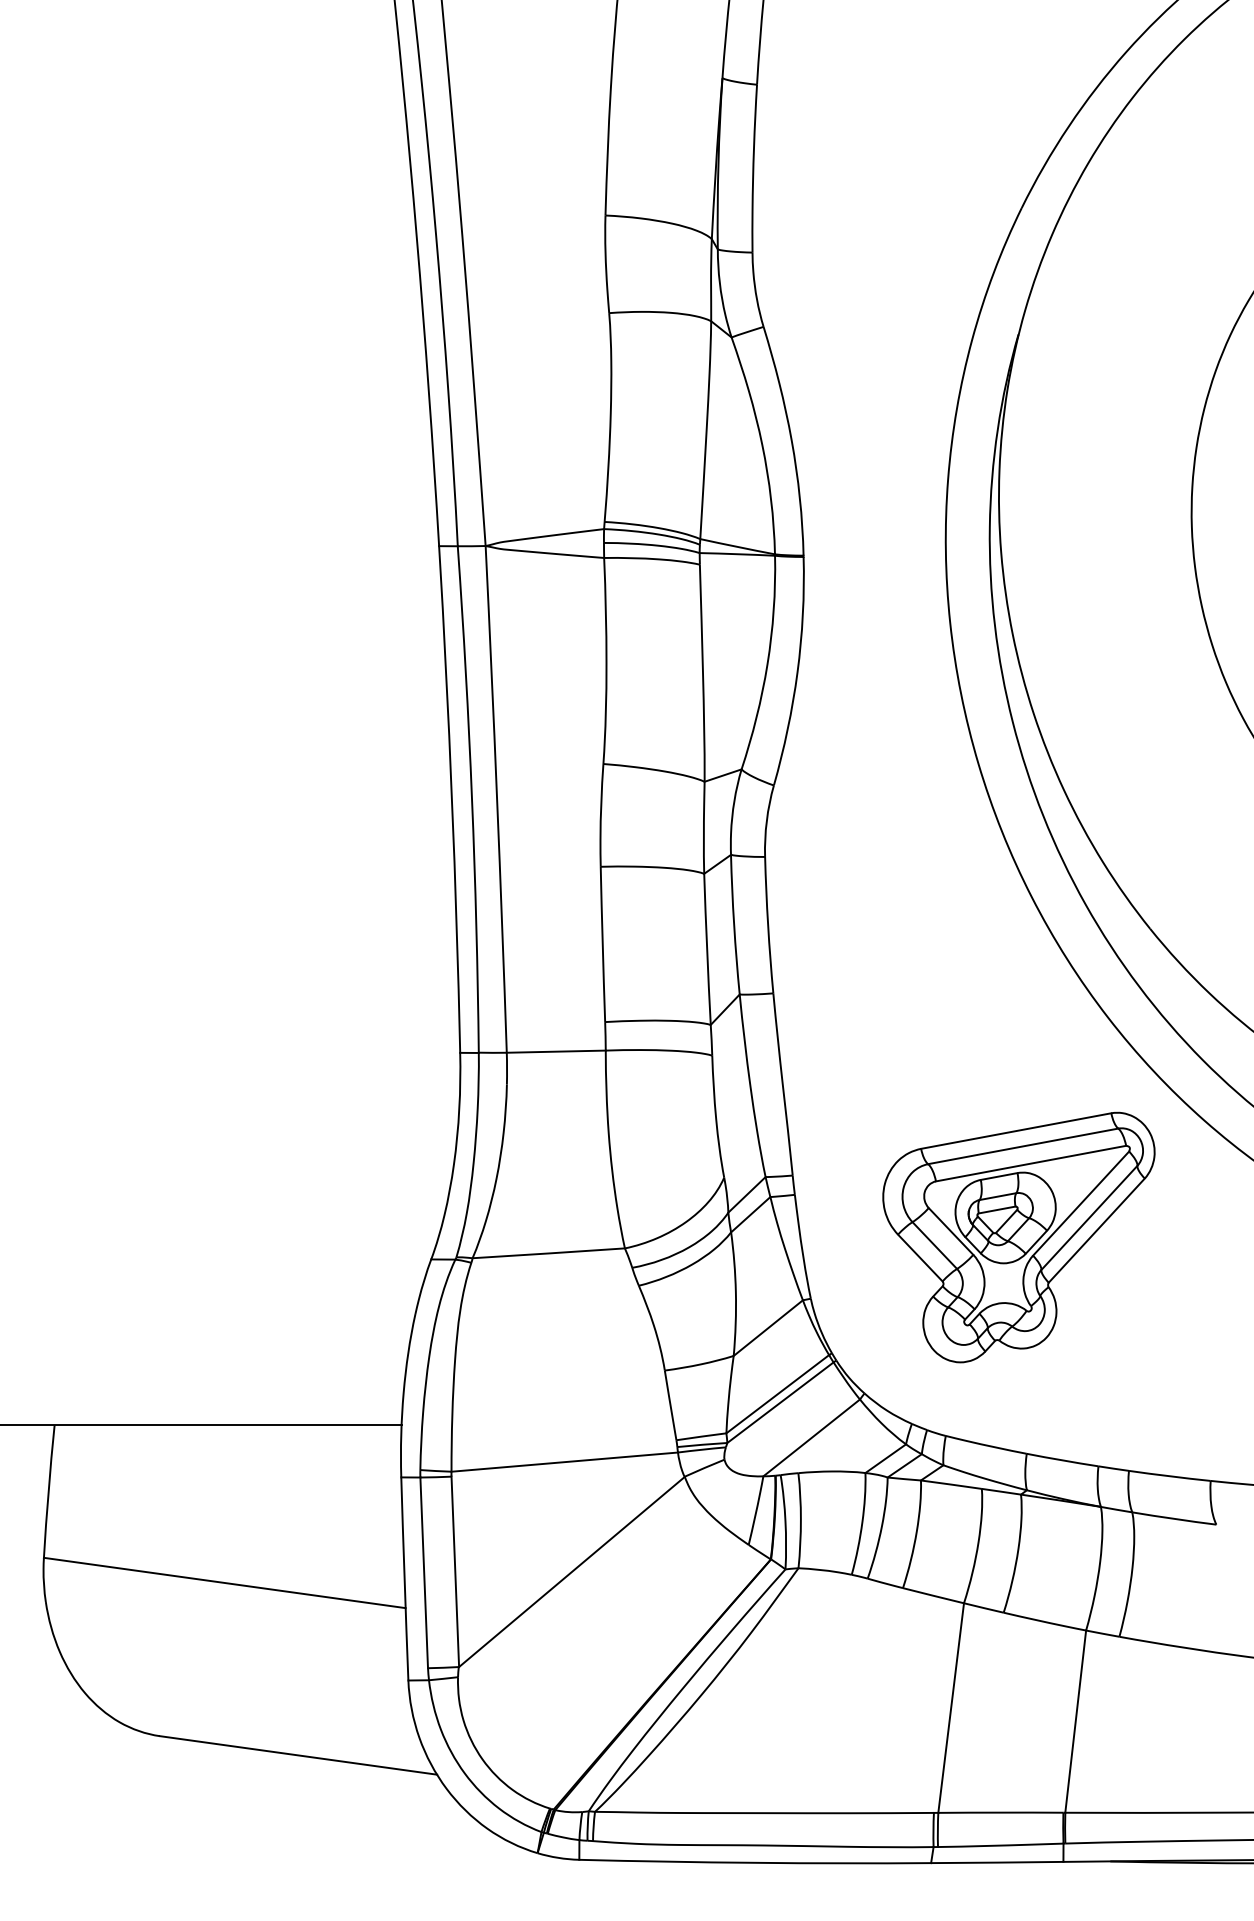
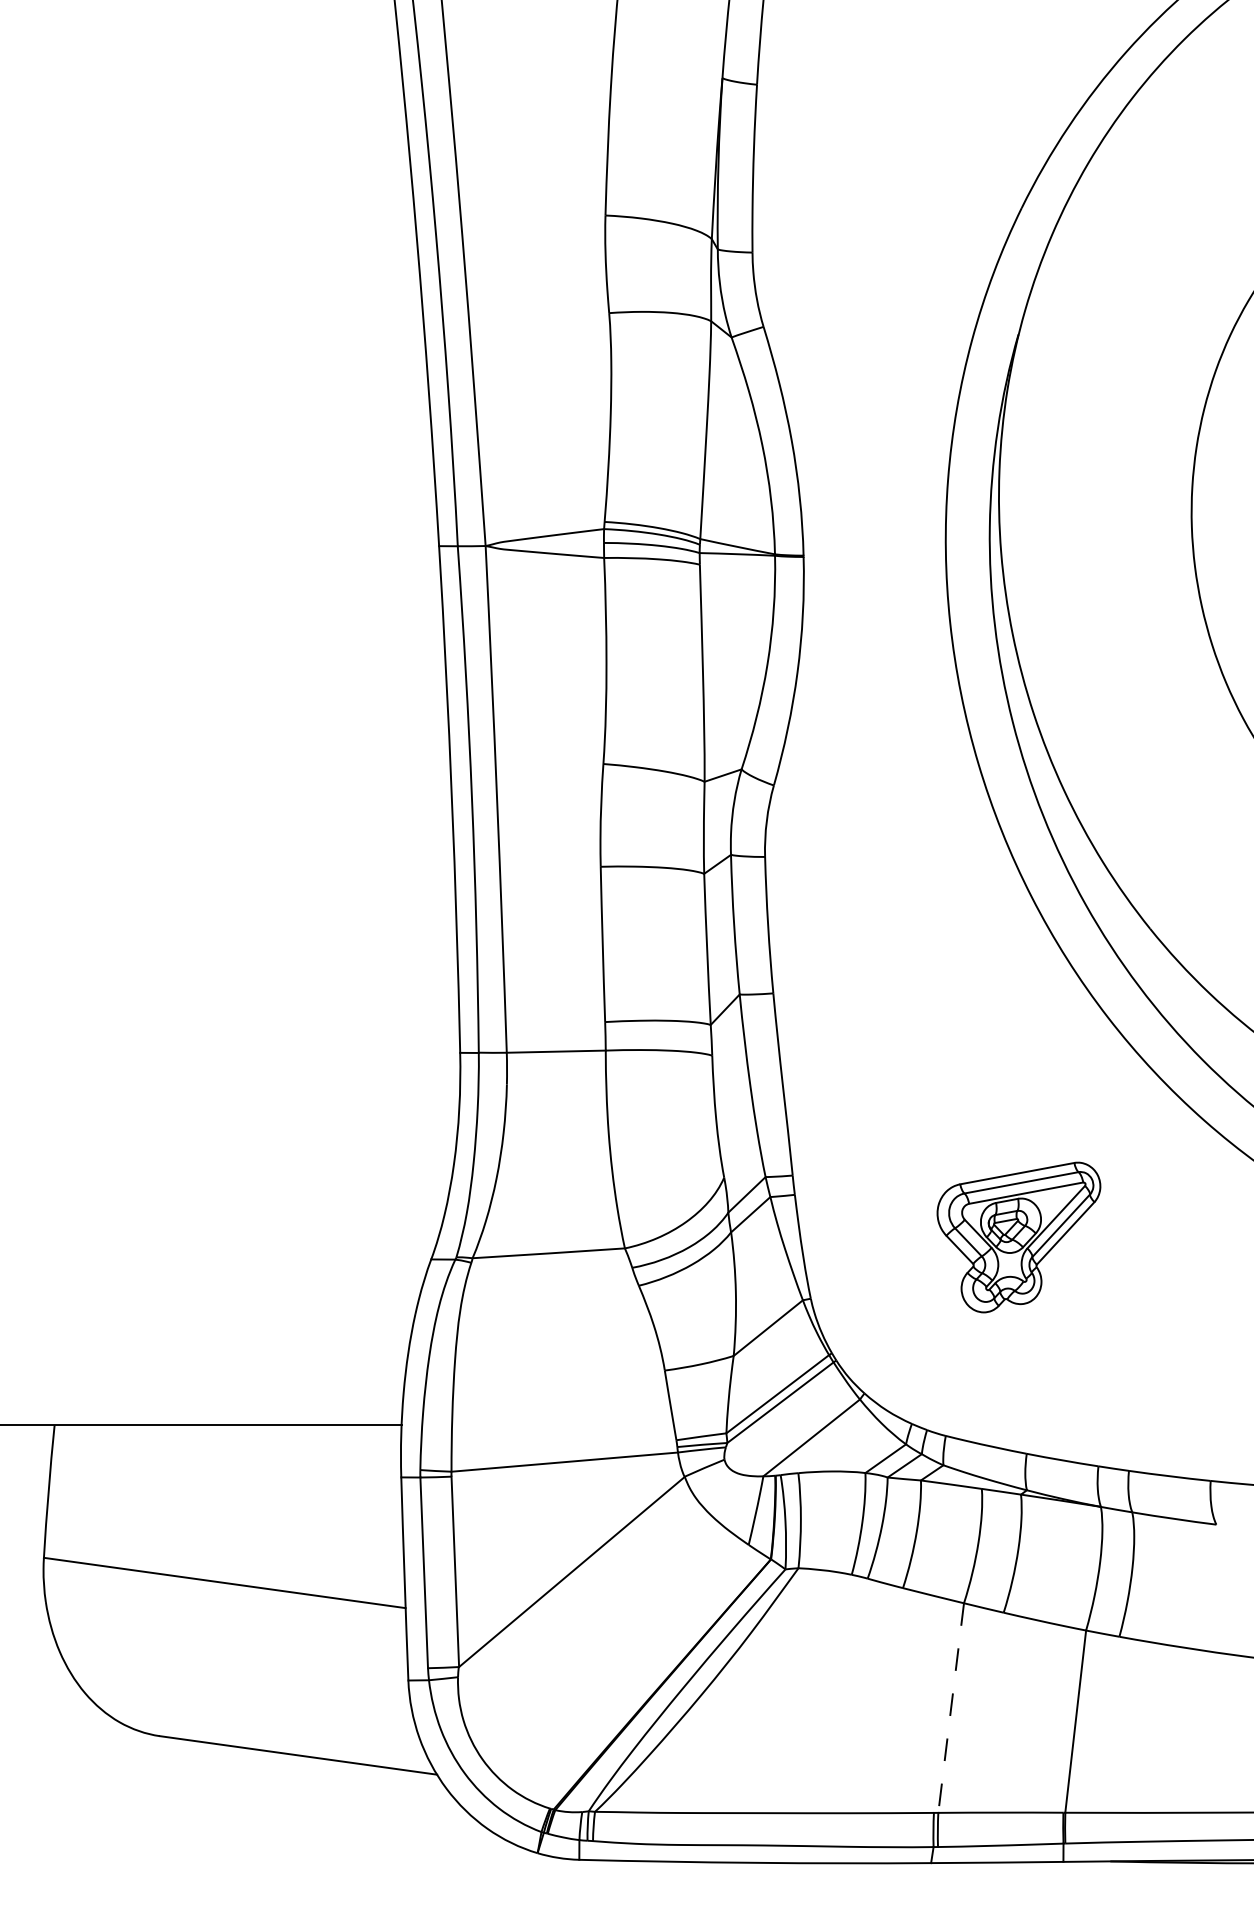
part at (1018, 1237) size: 274x253 px -> 166x153 px
line at (951, 1708): solid -> dashed
